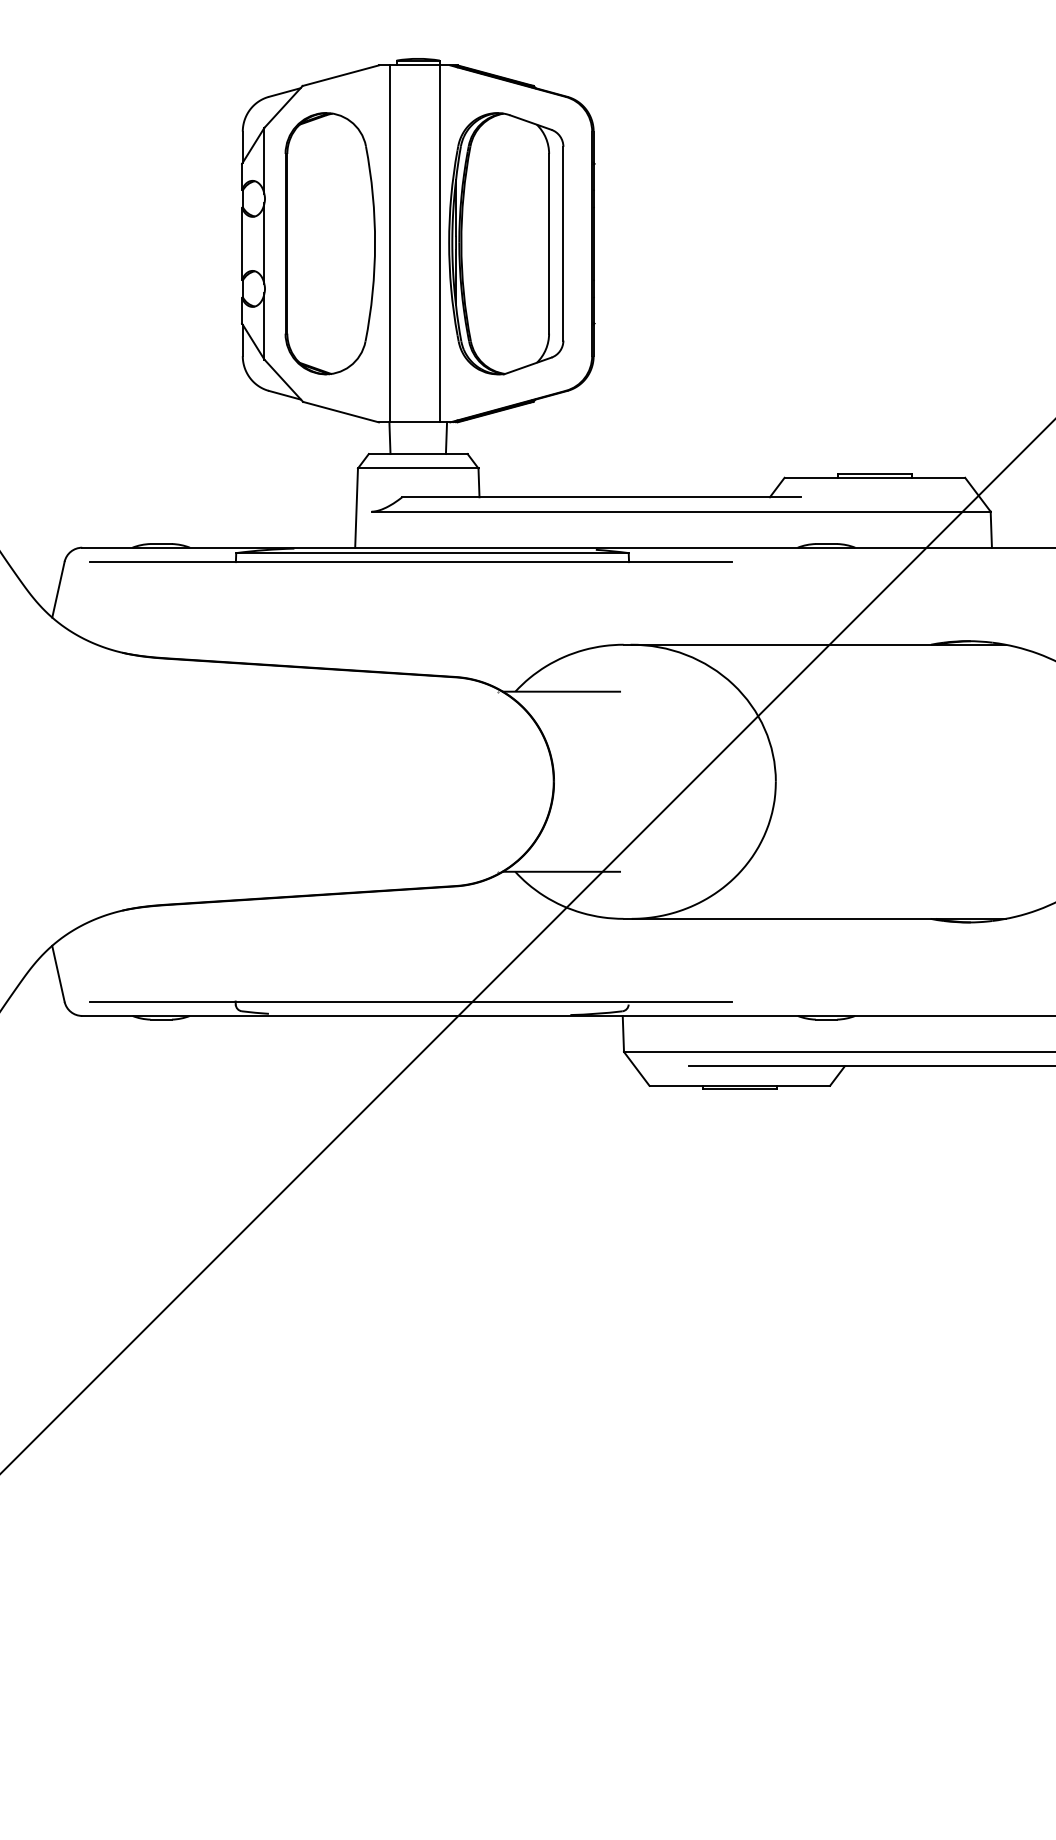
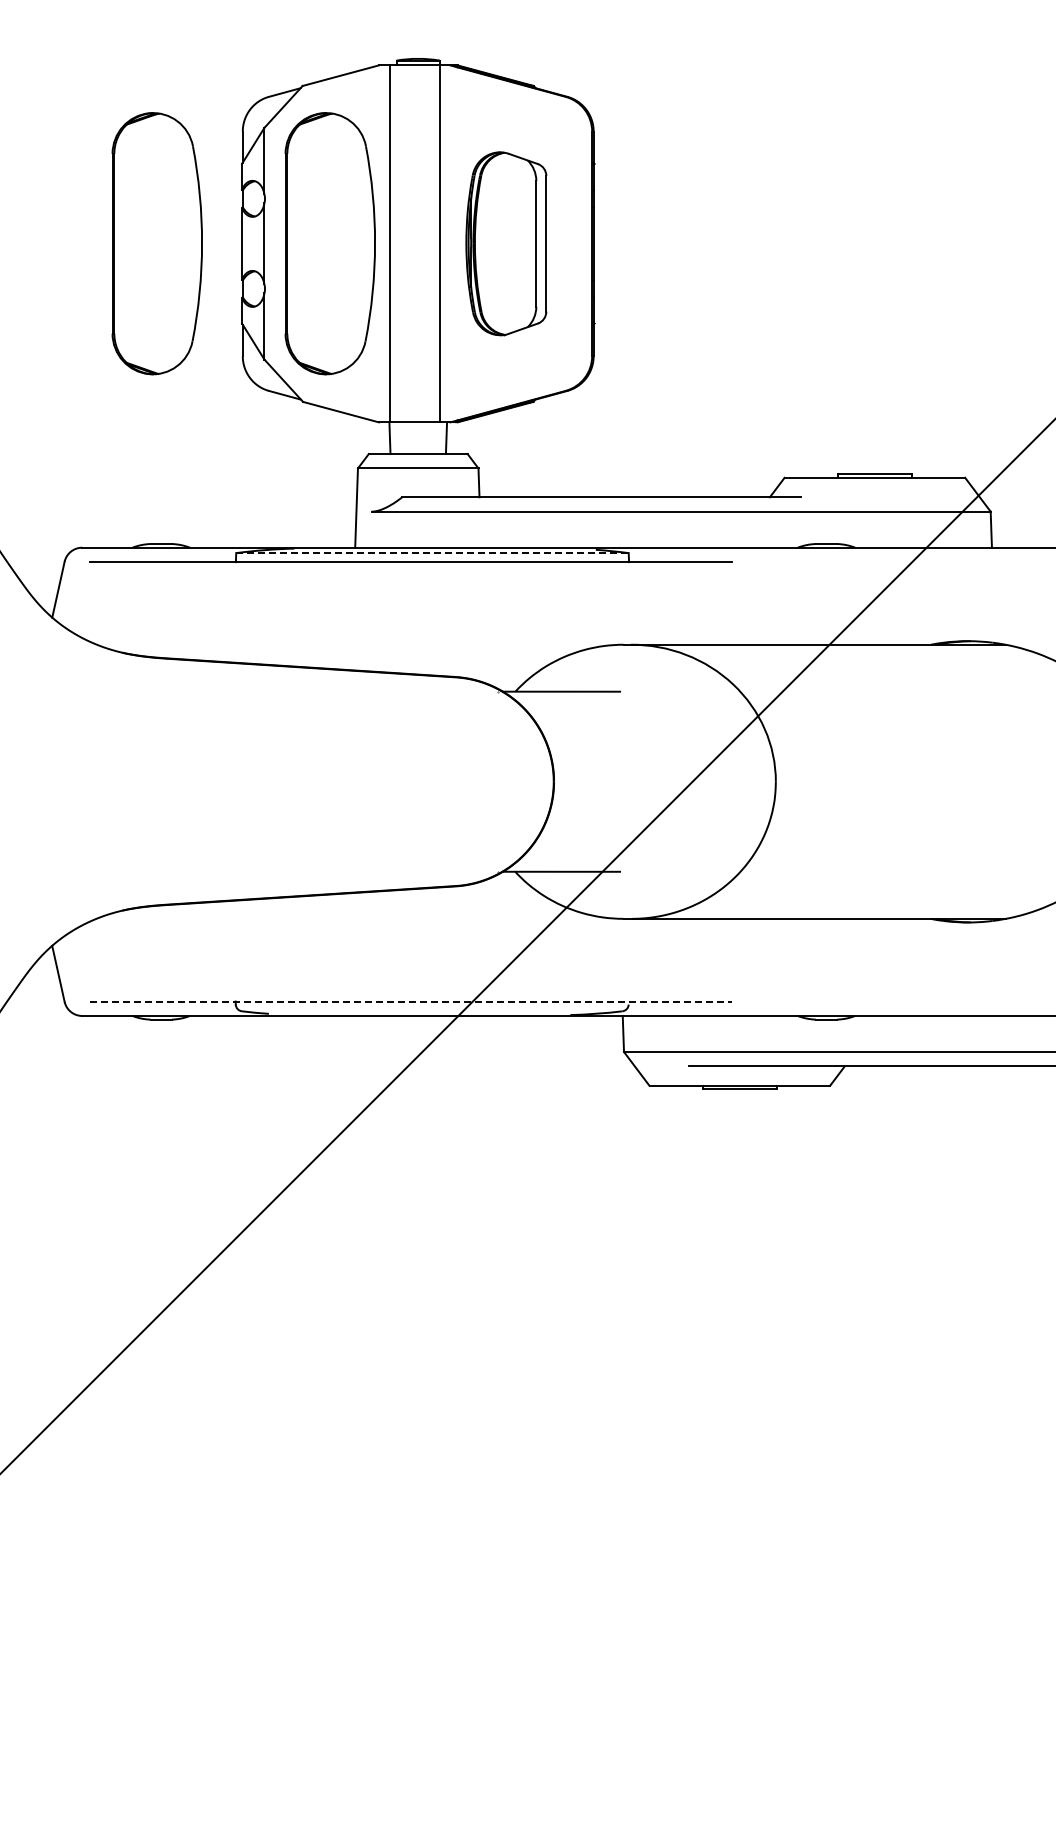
part at (156, 243): none -> present
part at (506, 243) size: 117x264 px -> 83x186 px
line at (432, 553): solid -> dashed
line at (411, 1001): solid -> dashed
